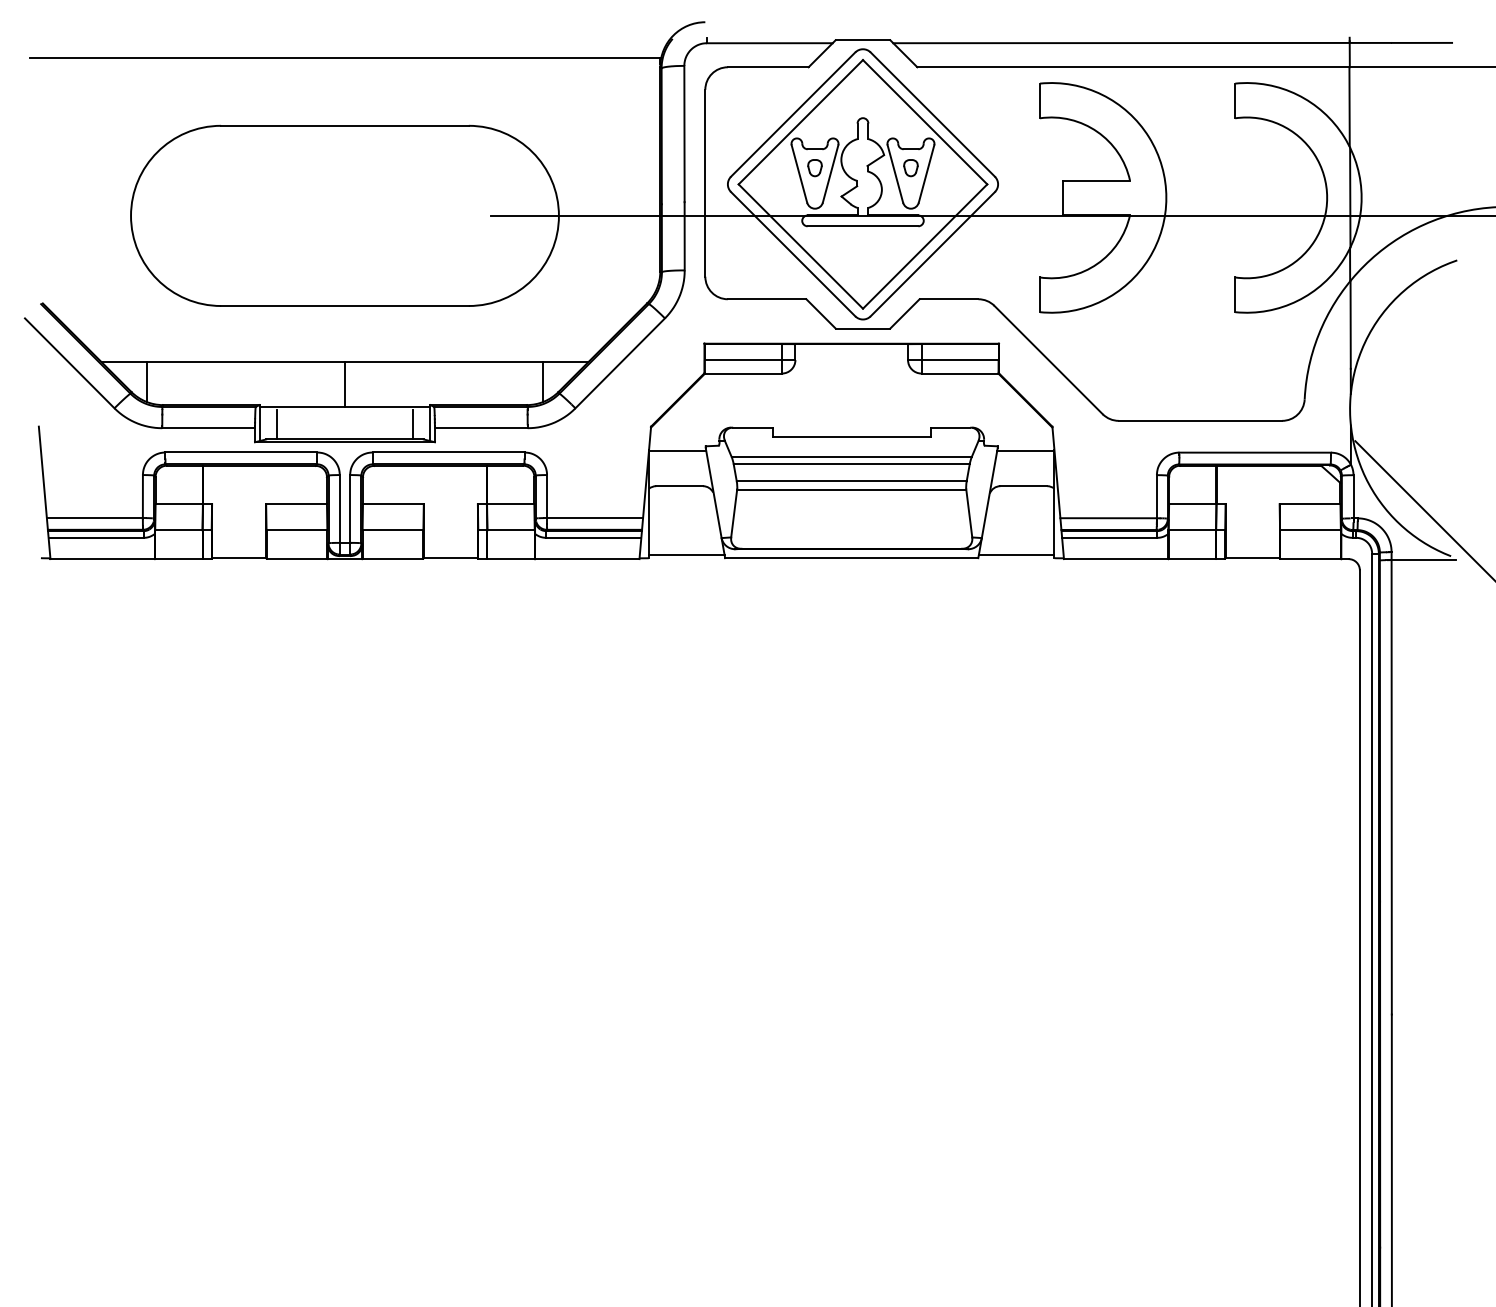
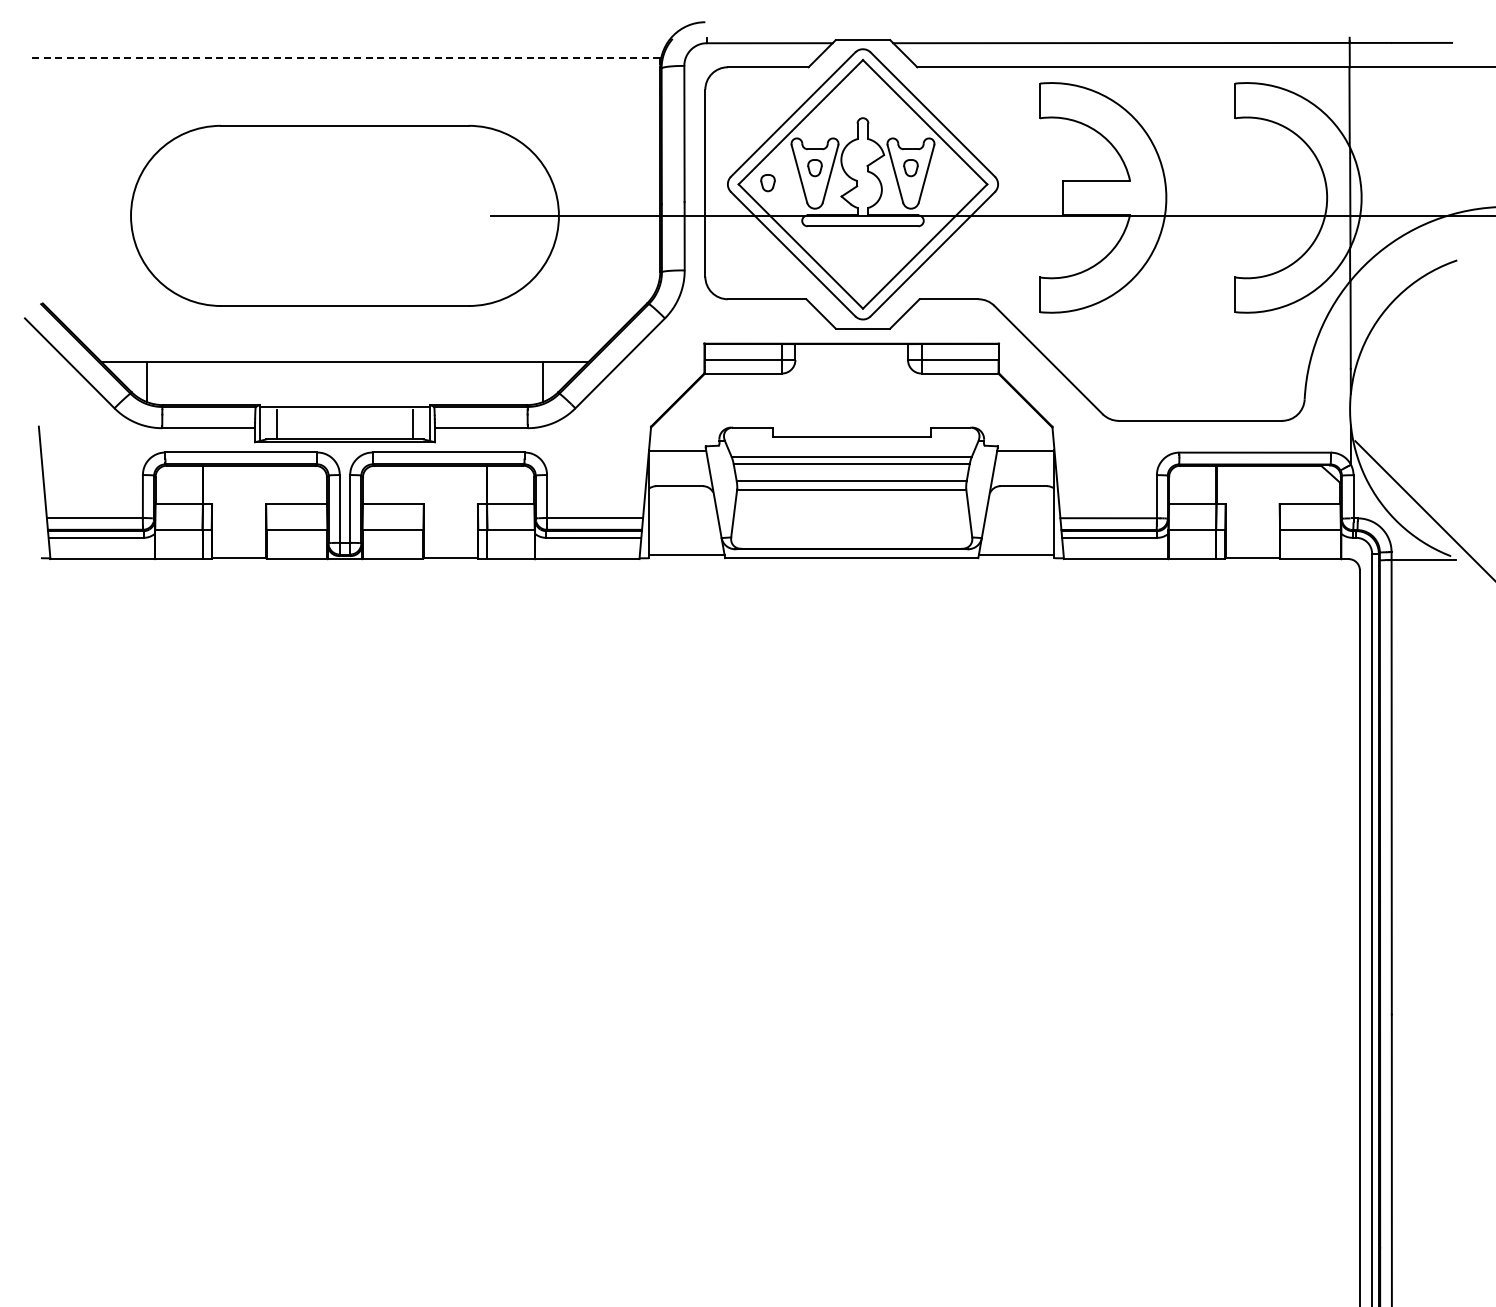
line at (344, 58): solid -> dashed
part at (767, 183): none -> present
line at (344, 384): present -> none
